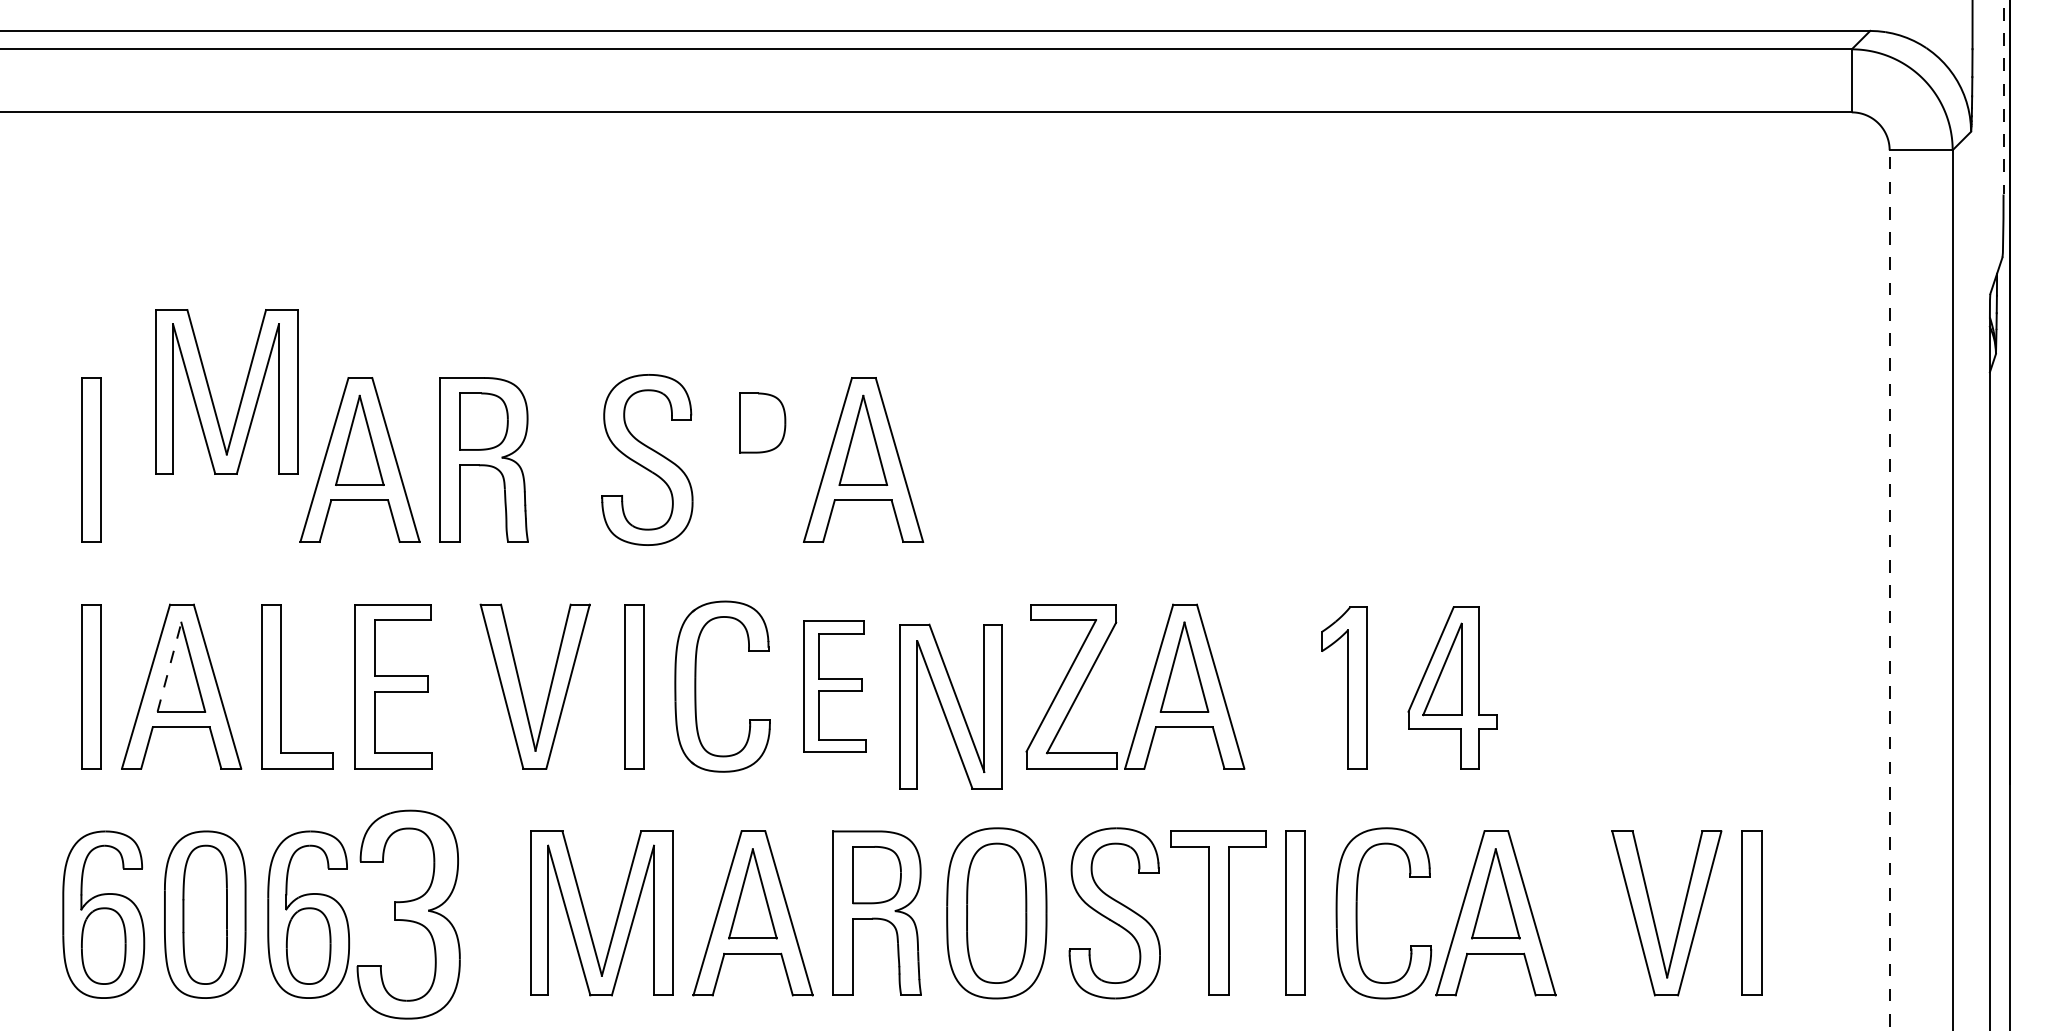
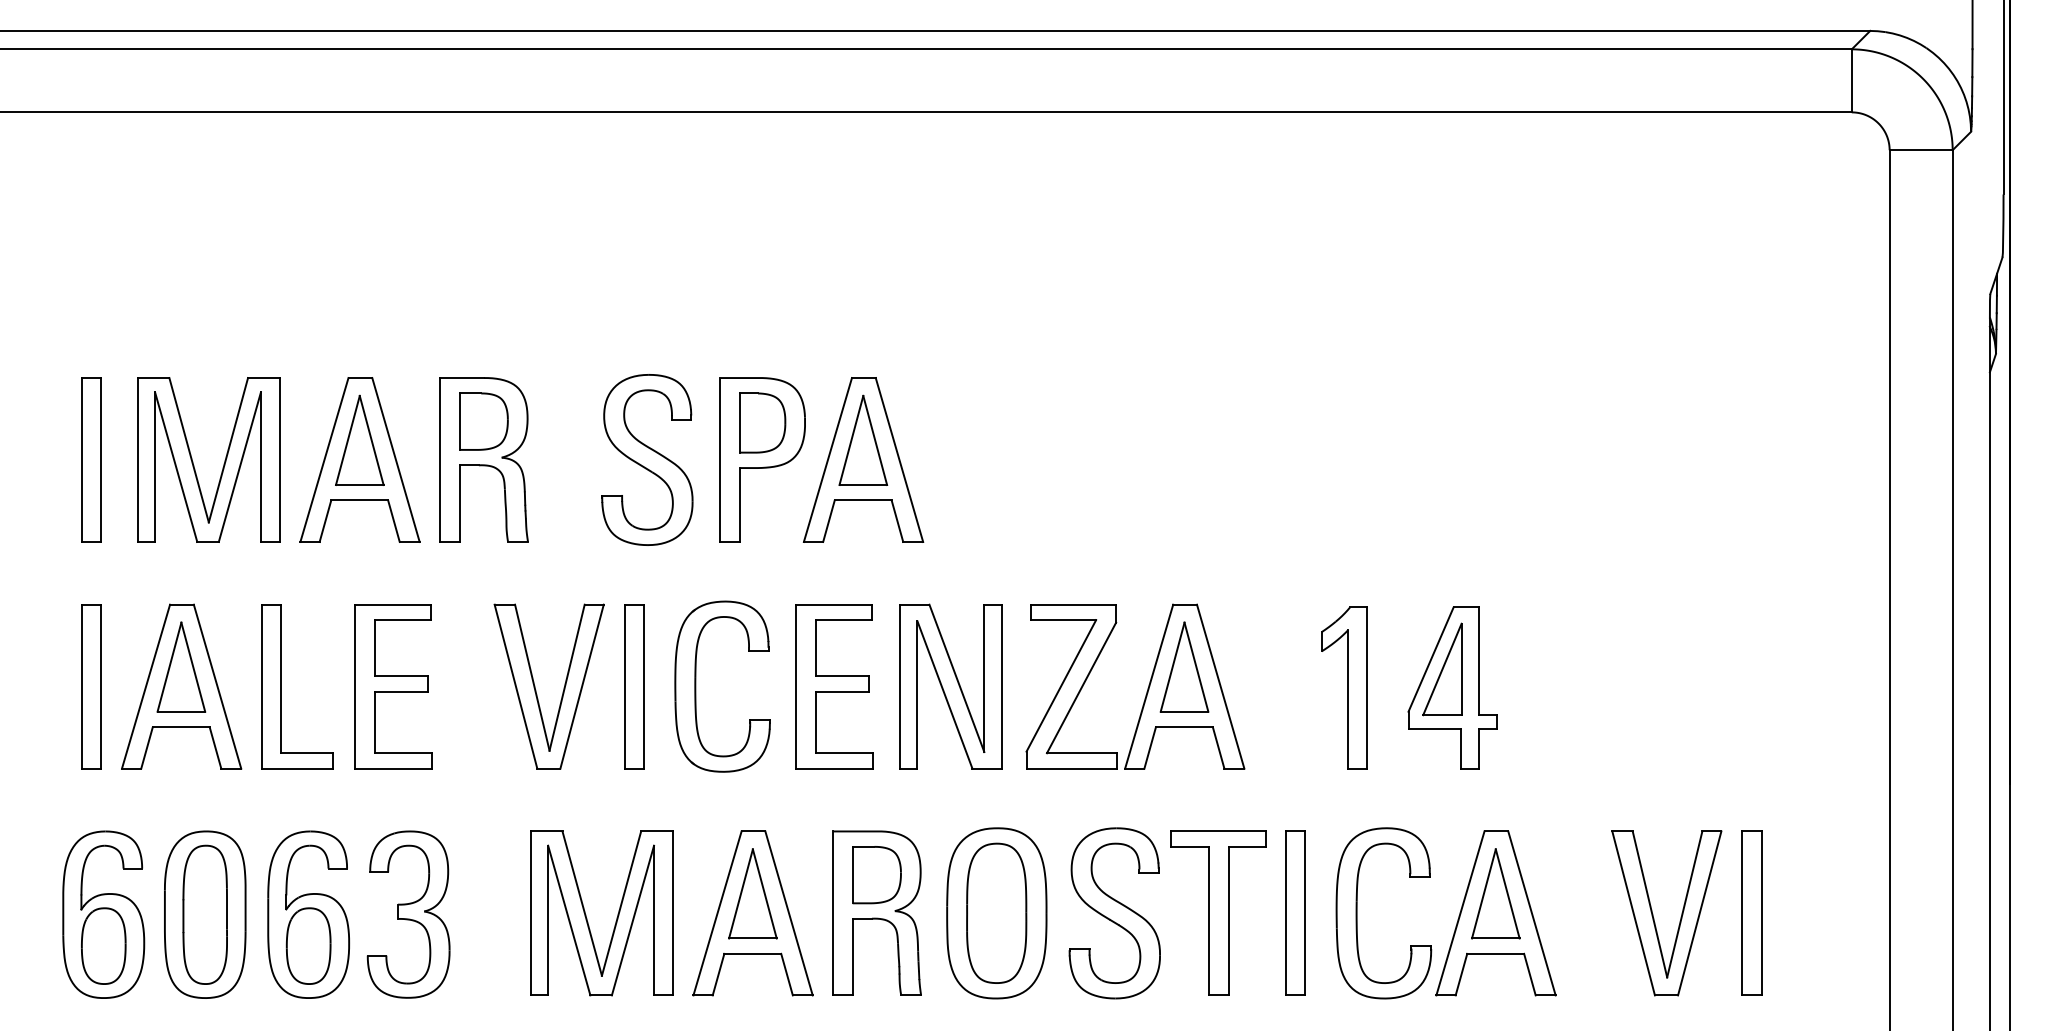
line at (2003, 97): dashed -> solid
part at (211, 393) position: (211, 393) -> (193, 461)
part at (762, 459): none -> present
line at (1889, 589): dashed -> solid
line at (169, 666): dashed -> solid
part at (834, 686) size: 64x133 px -> 79x166 px
part at (522, 690) position: (522, 690) -> (536, 690)
part at (950, 706) position: (950, 706) -> (950, 686)
part at (408, 914) size: 105x211 px -> 85x169 px
